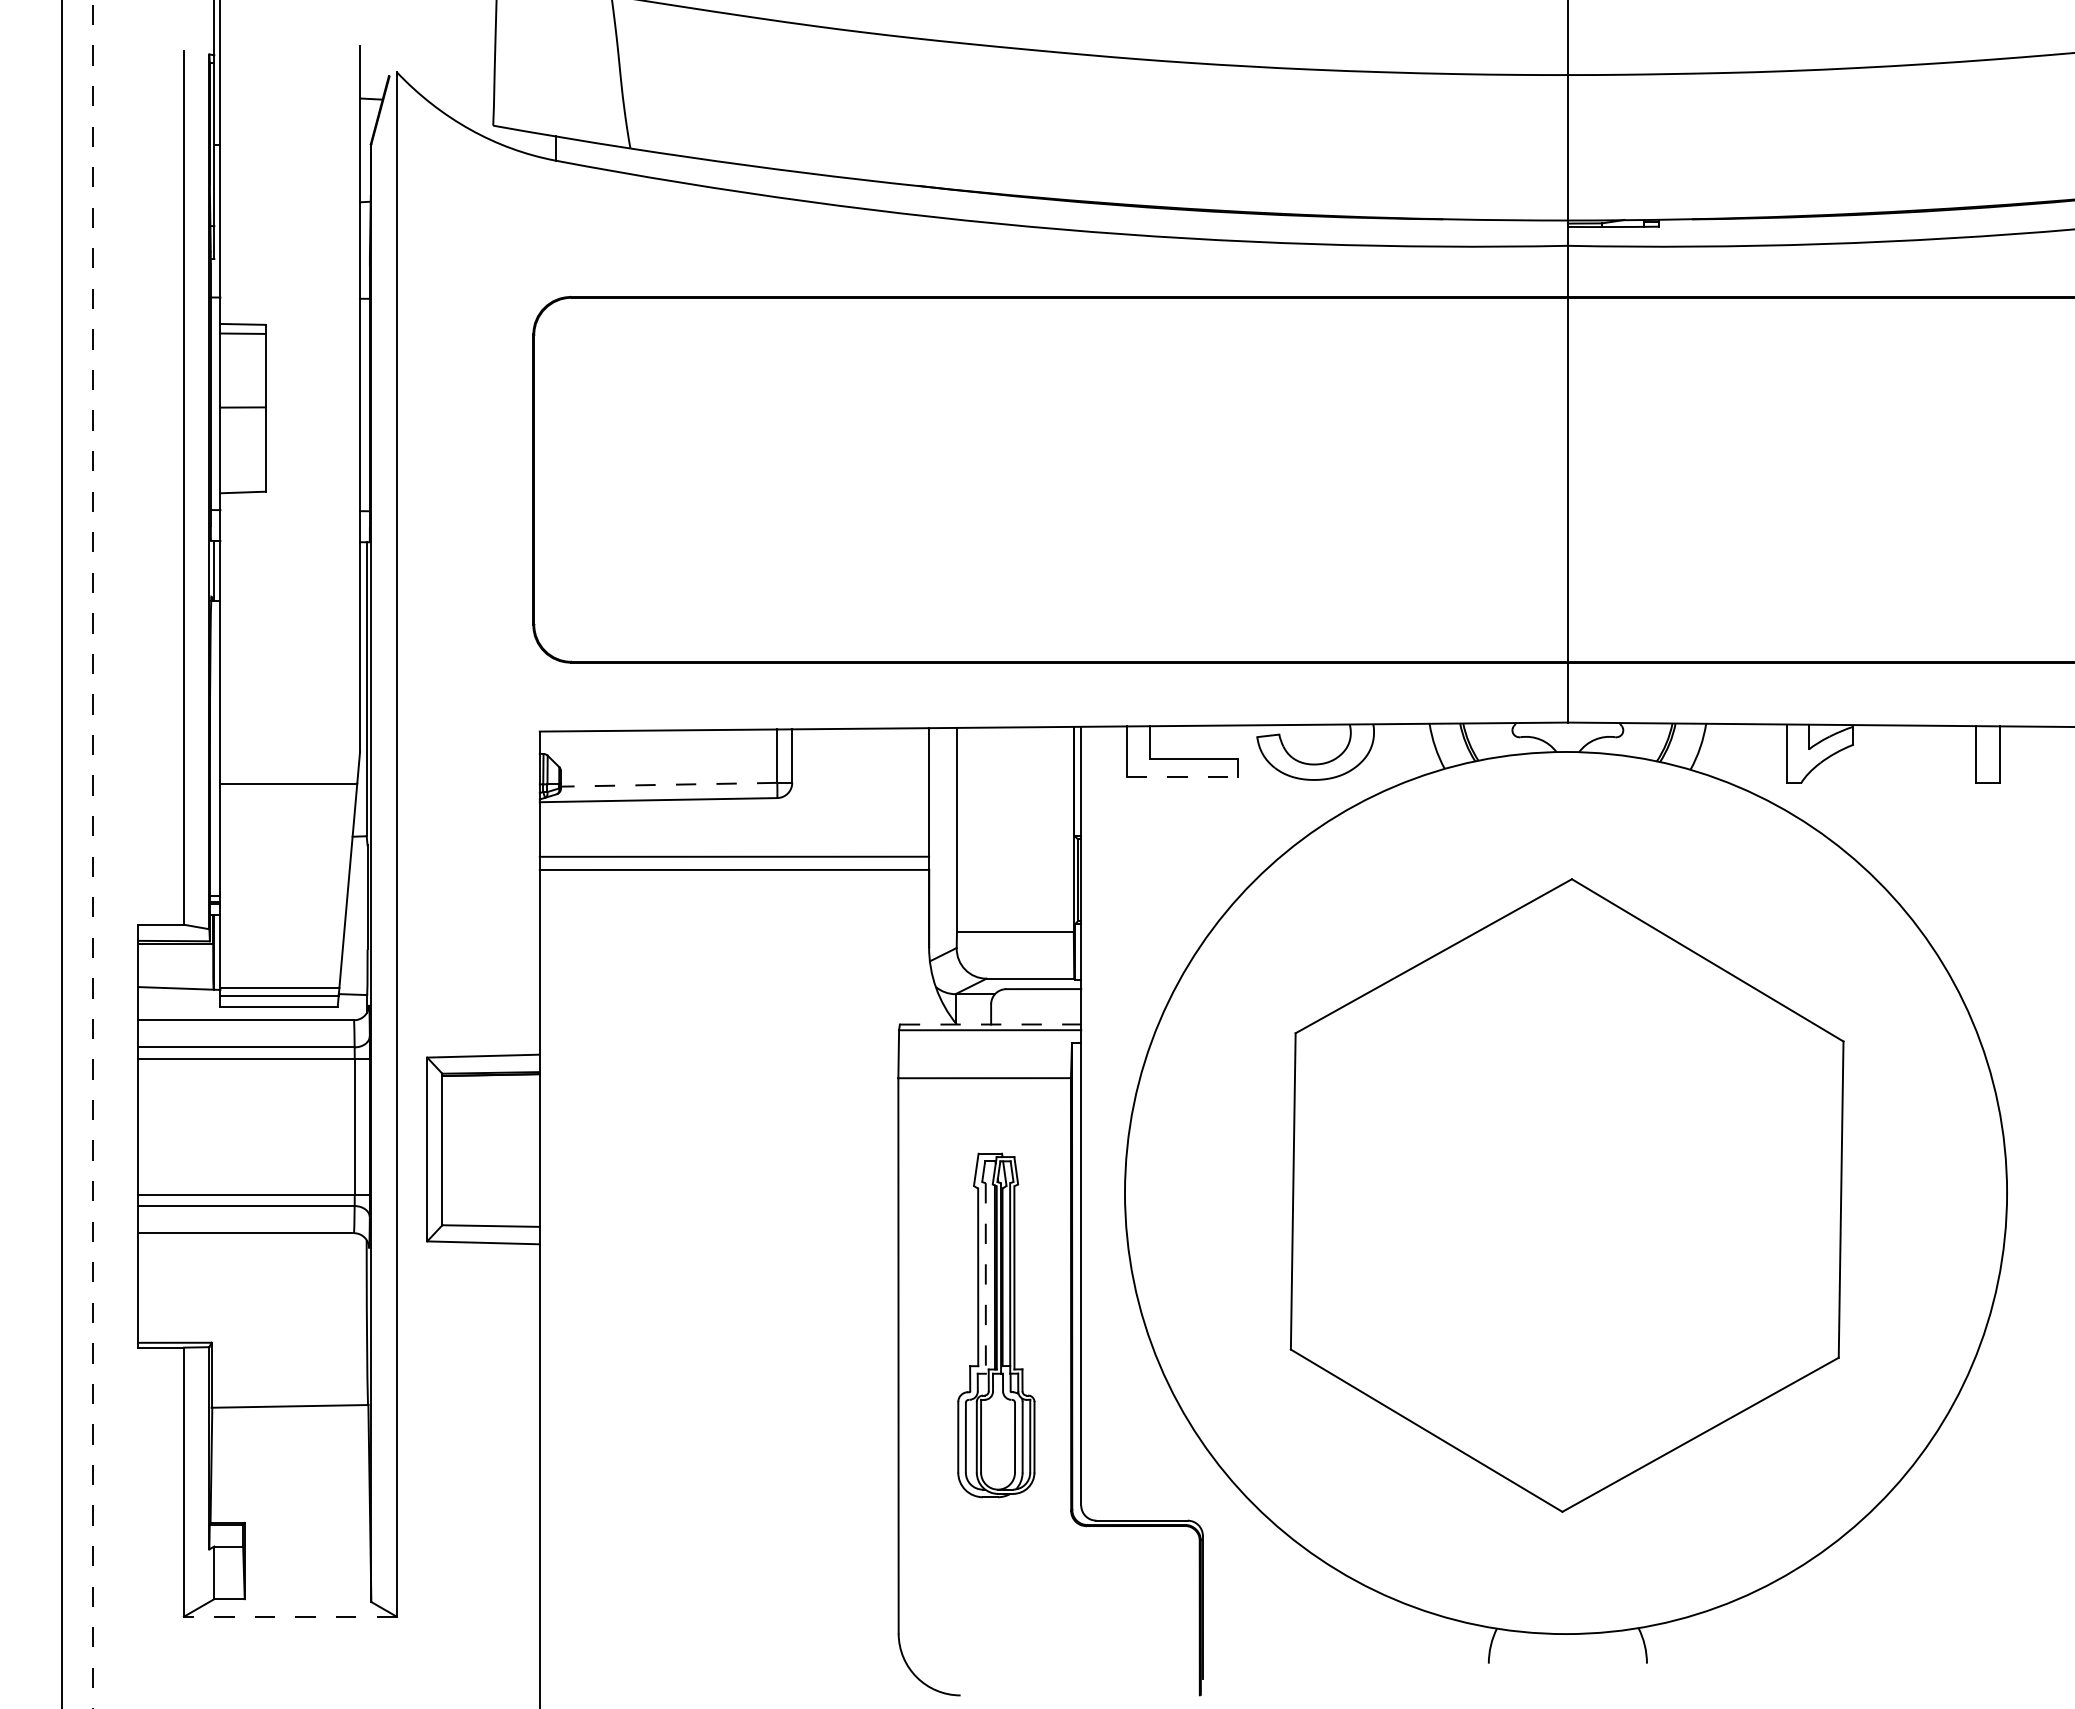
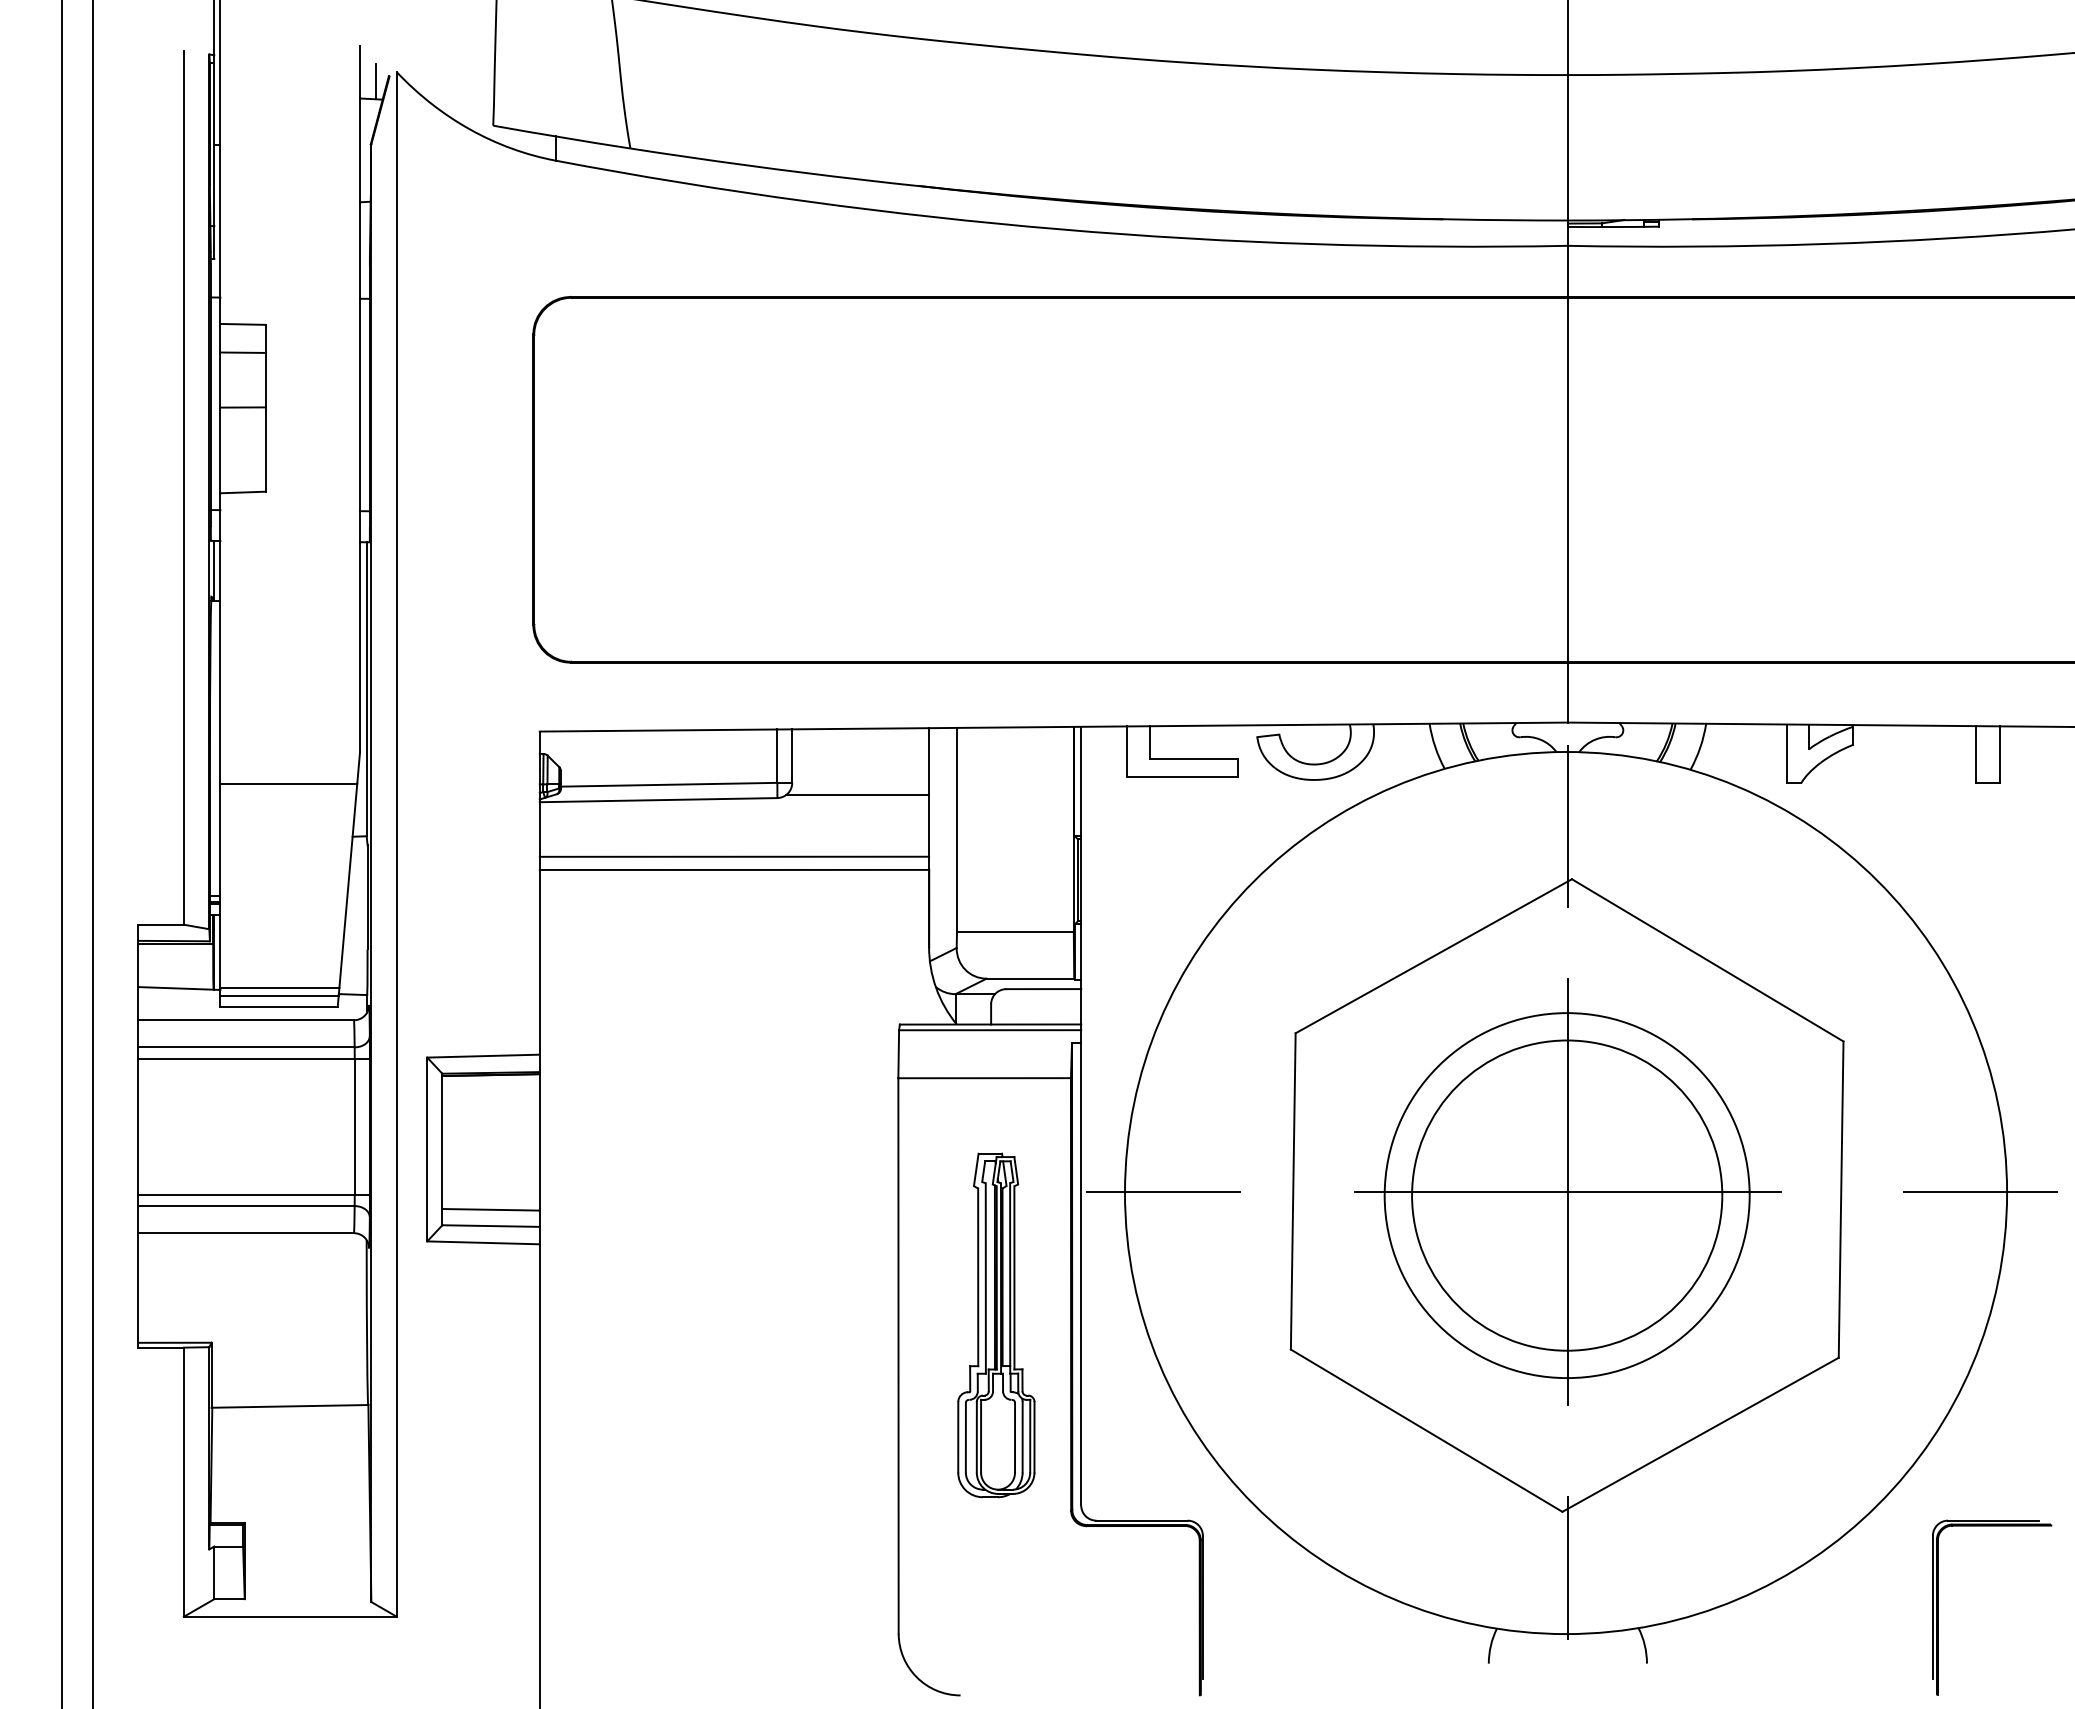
line at (375, 81): none -> present
line at (243, 333) position: (243, 333) -> (243, 352)
line at (1182, 777): dashed -> solid
line at (668, 784): dashed -> solid
line at (857, 795): none -> present
line at (1567, 826): none -> present
line at (92, 854): dashed -> solid
line at (990, 1024): dashed -> solid
part at (1567, 1191): none -> present
line at (1162, 1192): none -> present
line at (1980, 1192): none -> present
line at (490, 1209): none -> present
line at (985, 1278): dashed -> solid
line at (1567, 1567): none -> present
part at (1938, 1607): none -> present
line at (289, 1616): dashed -> solid
